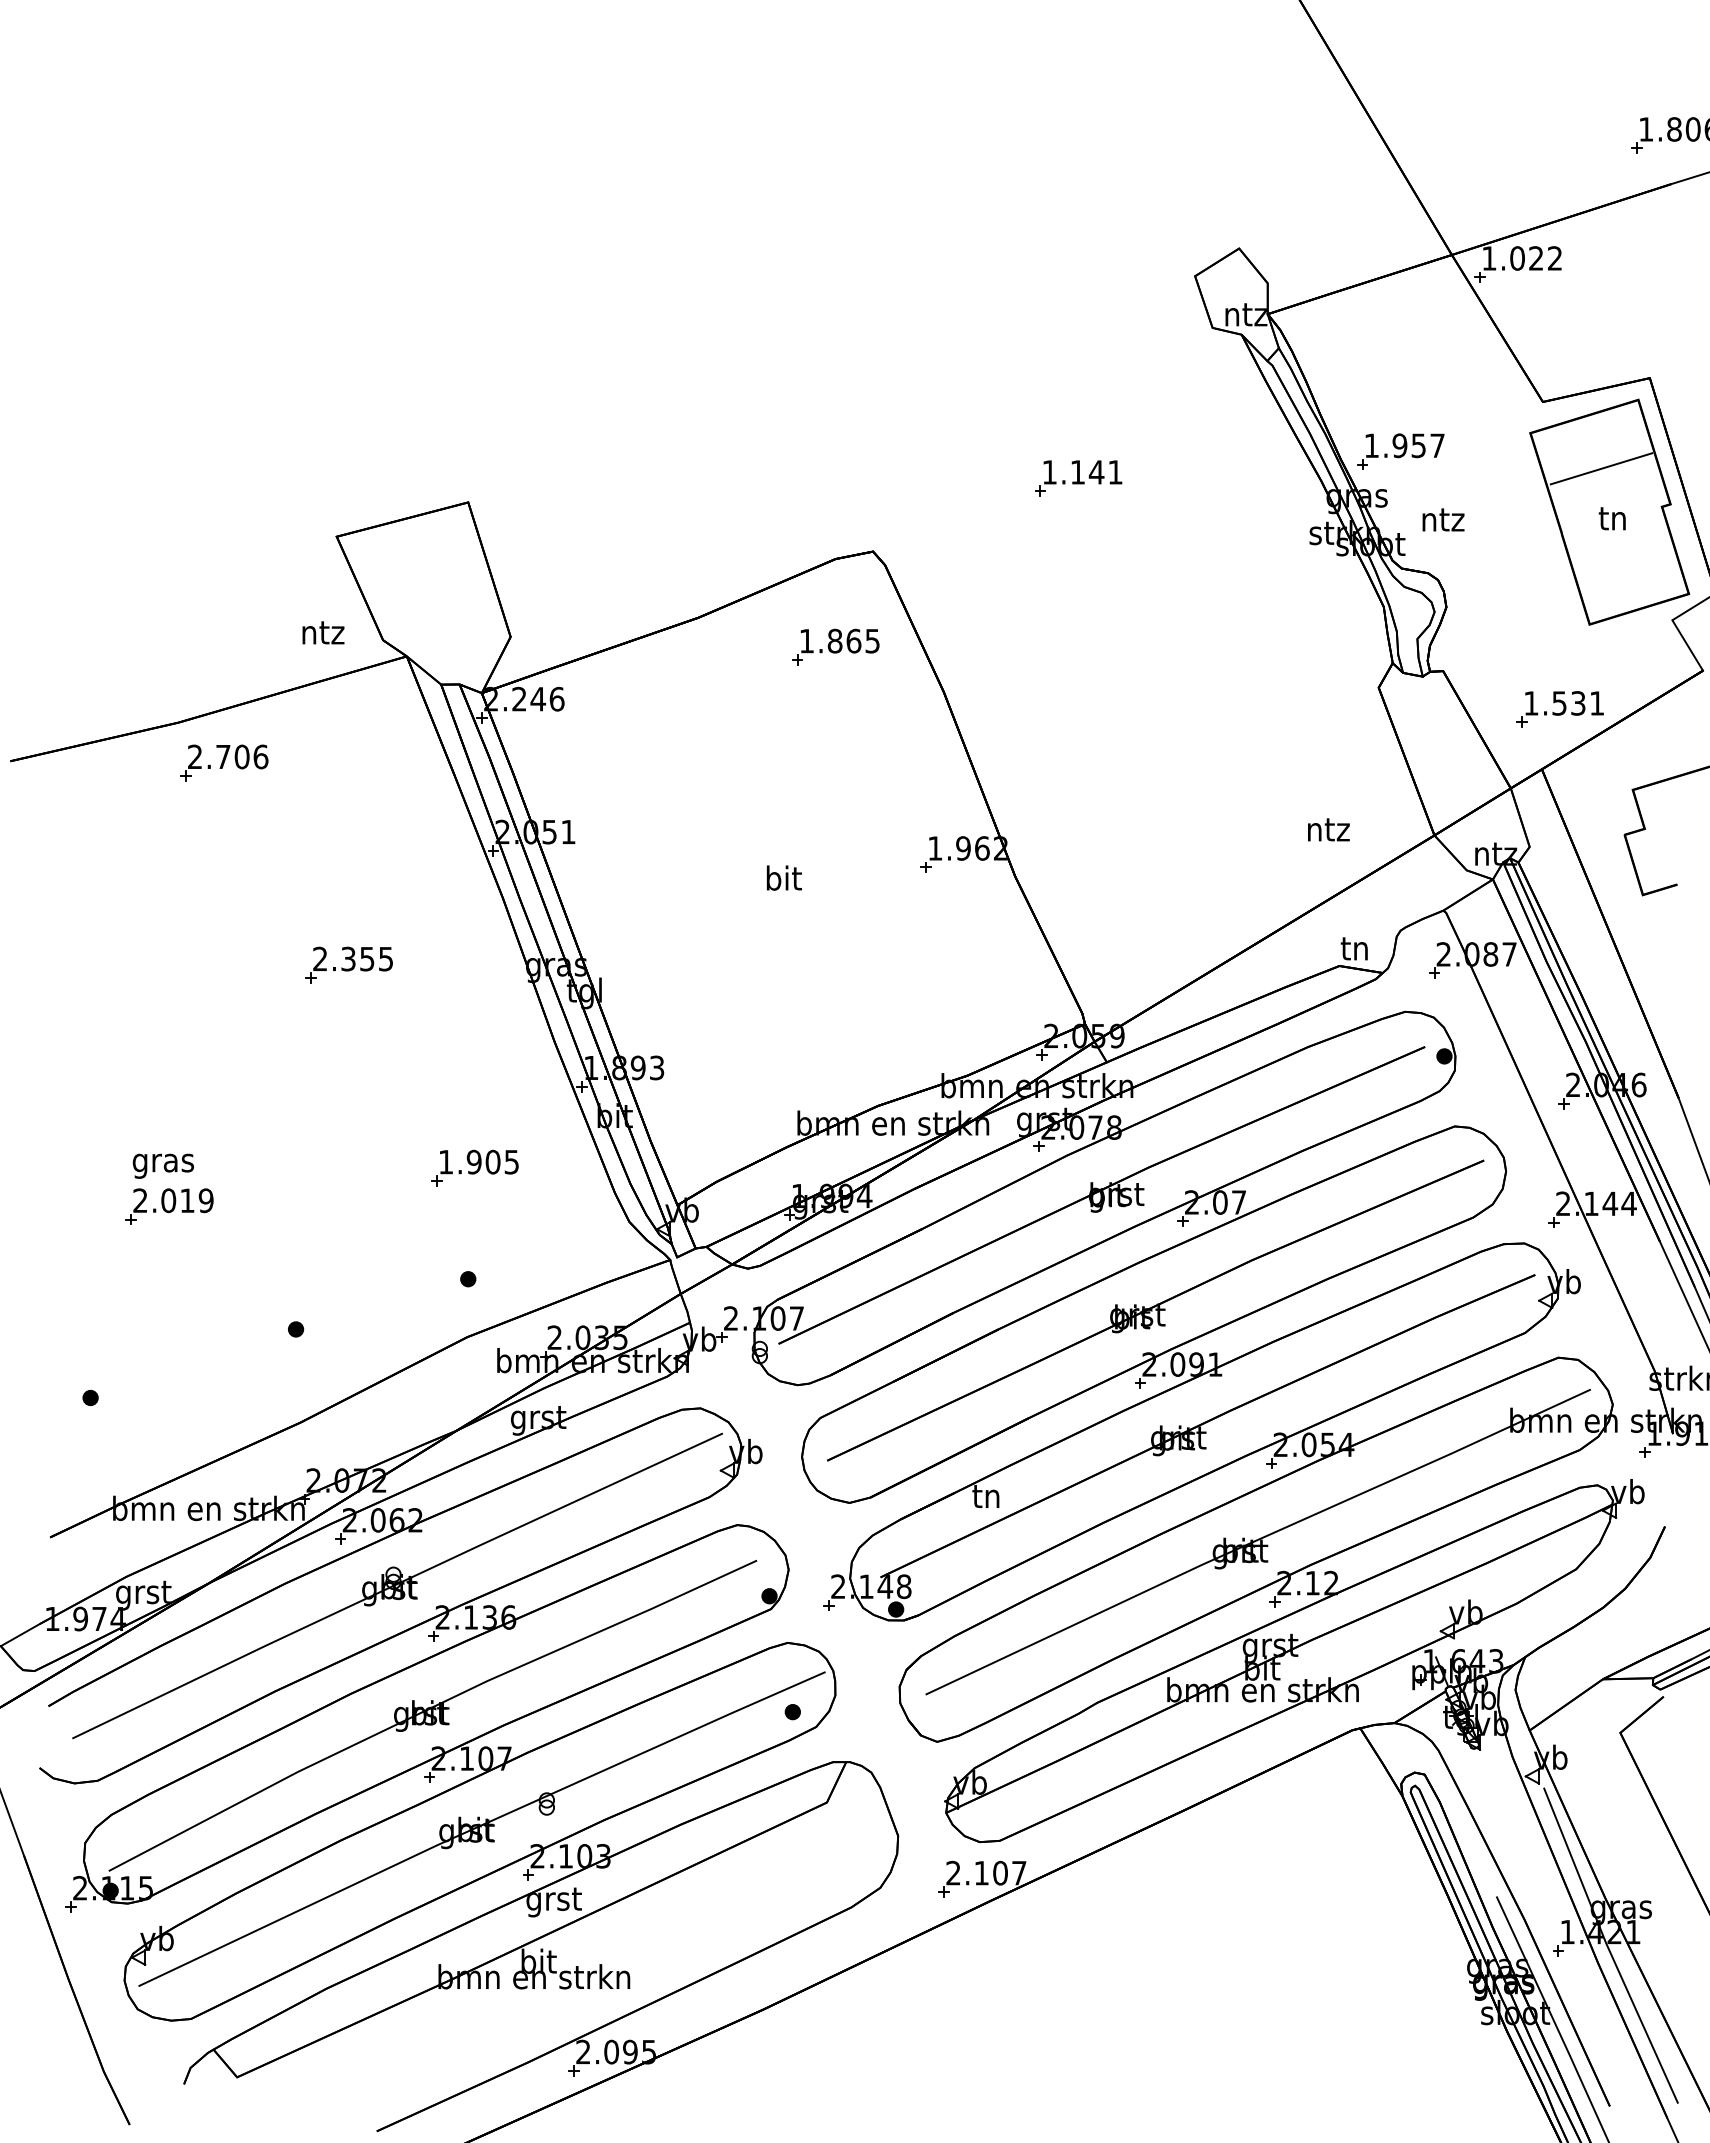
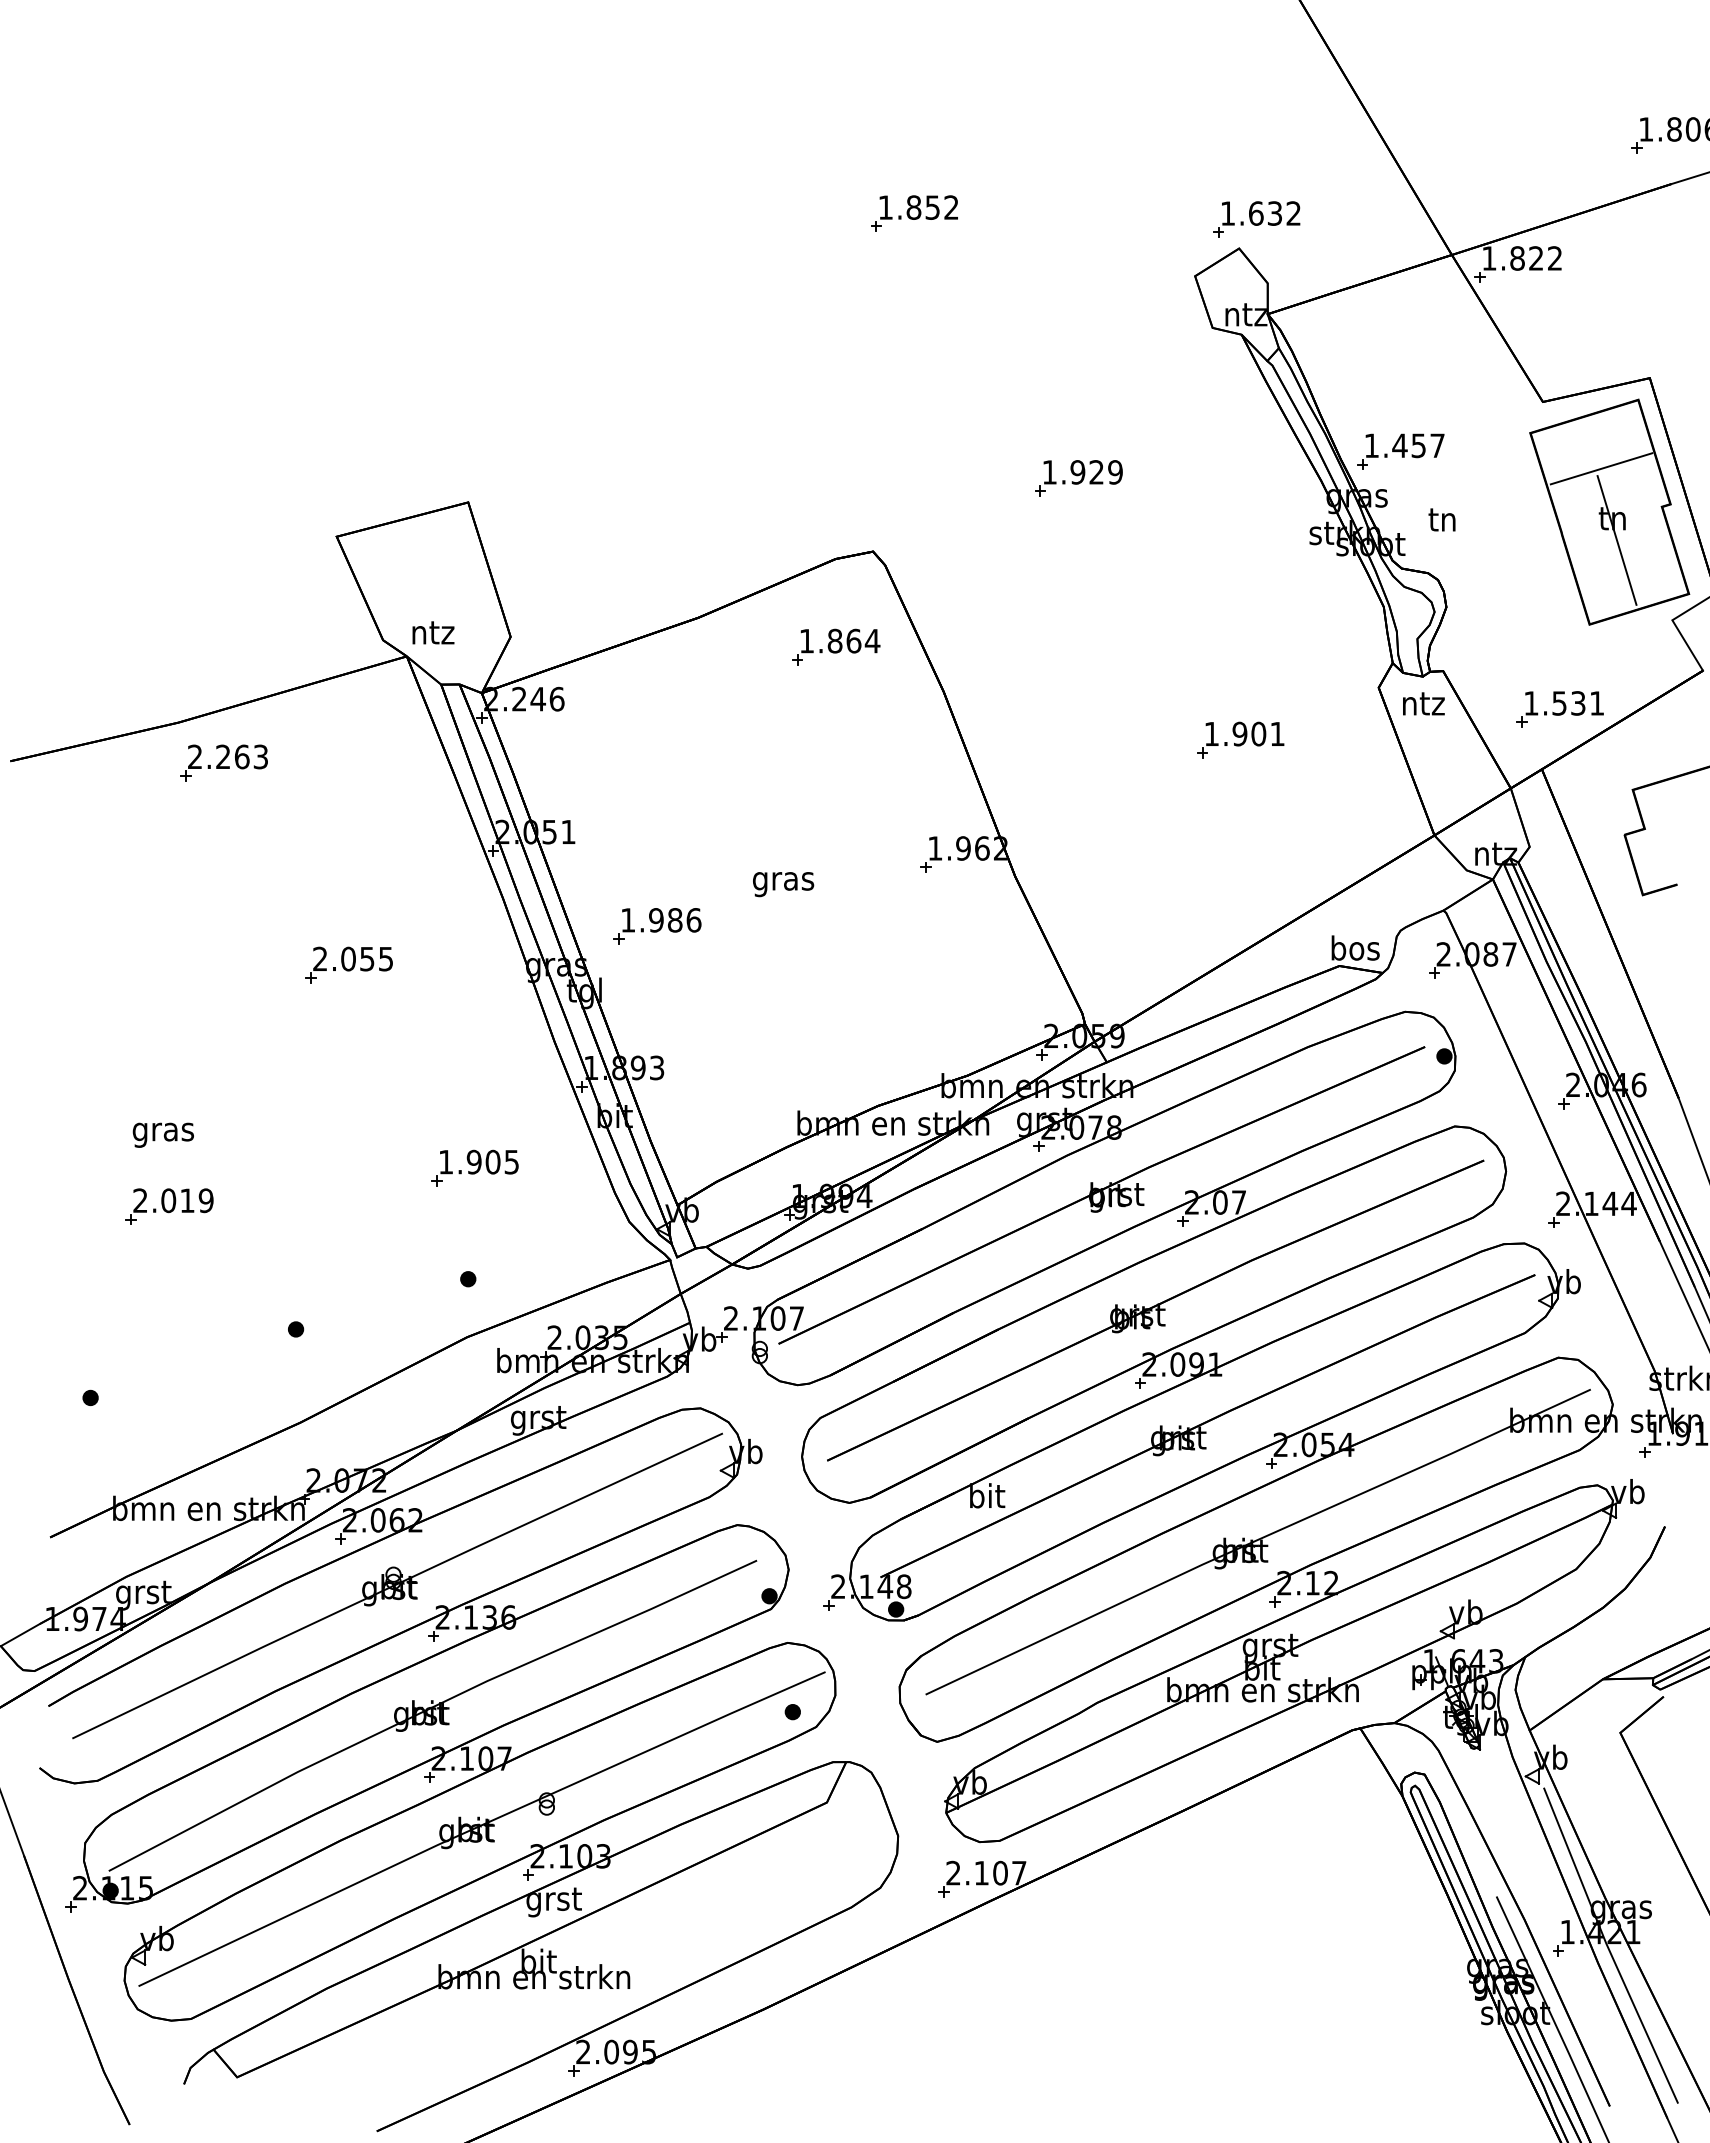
part at (914, 213): none -> present
part at (1256, 219): none -> present
text at (1517, 258): 1.022 -> 1.822
text at (1399, 445): 1.957 -> 1.457
text at (1096, 472): 1.141 -> 1.929
text at (1443, 519): ntz -> tn
line at (1616, 540): none -> present
text at (323, 632) position: (323, 632) -> (433, 632)
text at (872, 641): 1.865 -> 1.864
part at (1240, 739): none -> present
text at (242, 756): 2.706 -> 2.263
text at (1328, 829) position: (1328, 829) -> (1423, 703)
text at (783, 881): bit -> gras
part at (657, 926): none -> present
text at (1355, 947): tn -> bos
text at (348, 958): 2.355 -> 2.055
text at (162, 1165) position: (162, 1165) -> (162, 1134)
text at (987, 1495): tn -> bit
